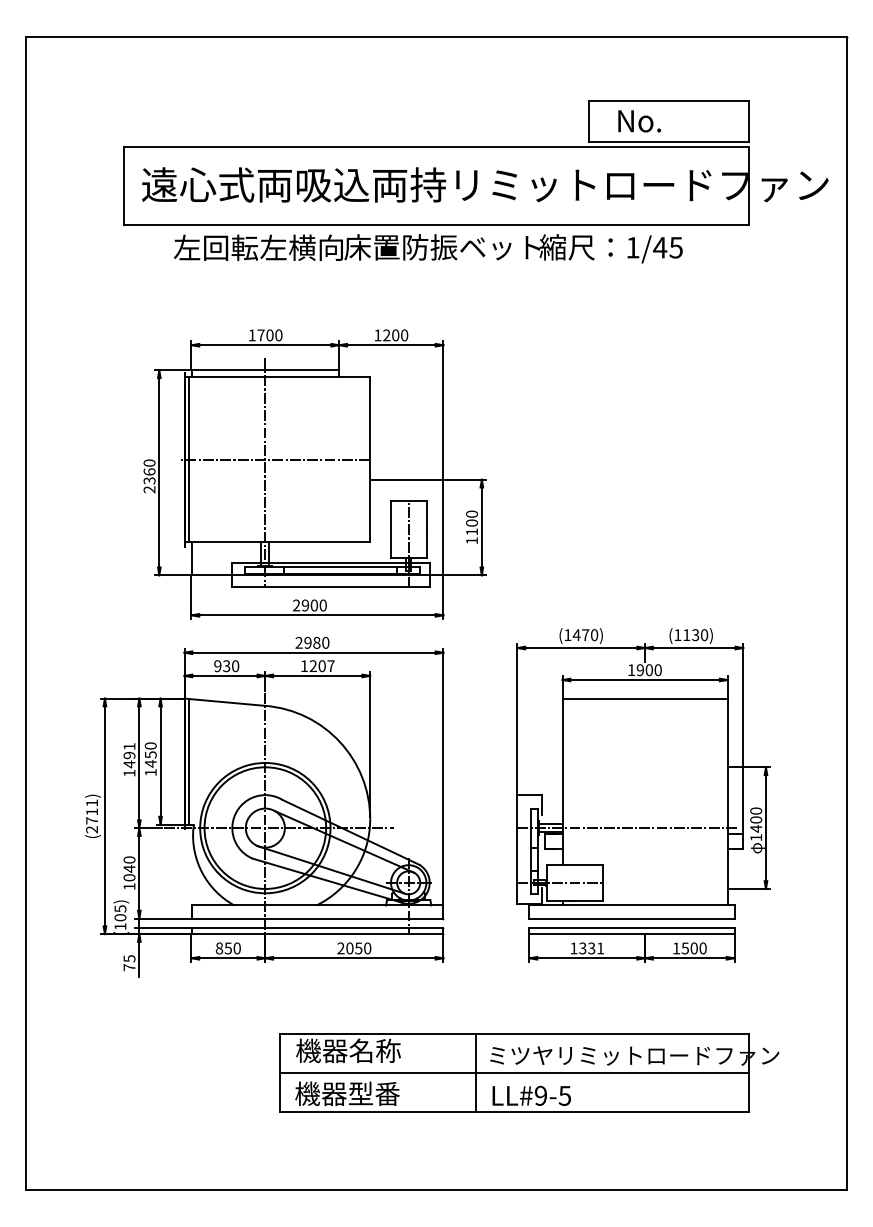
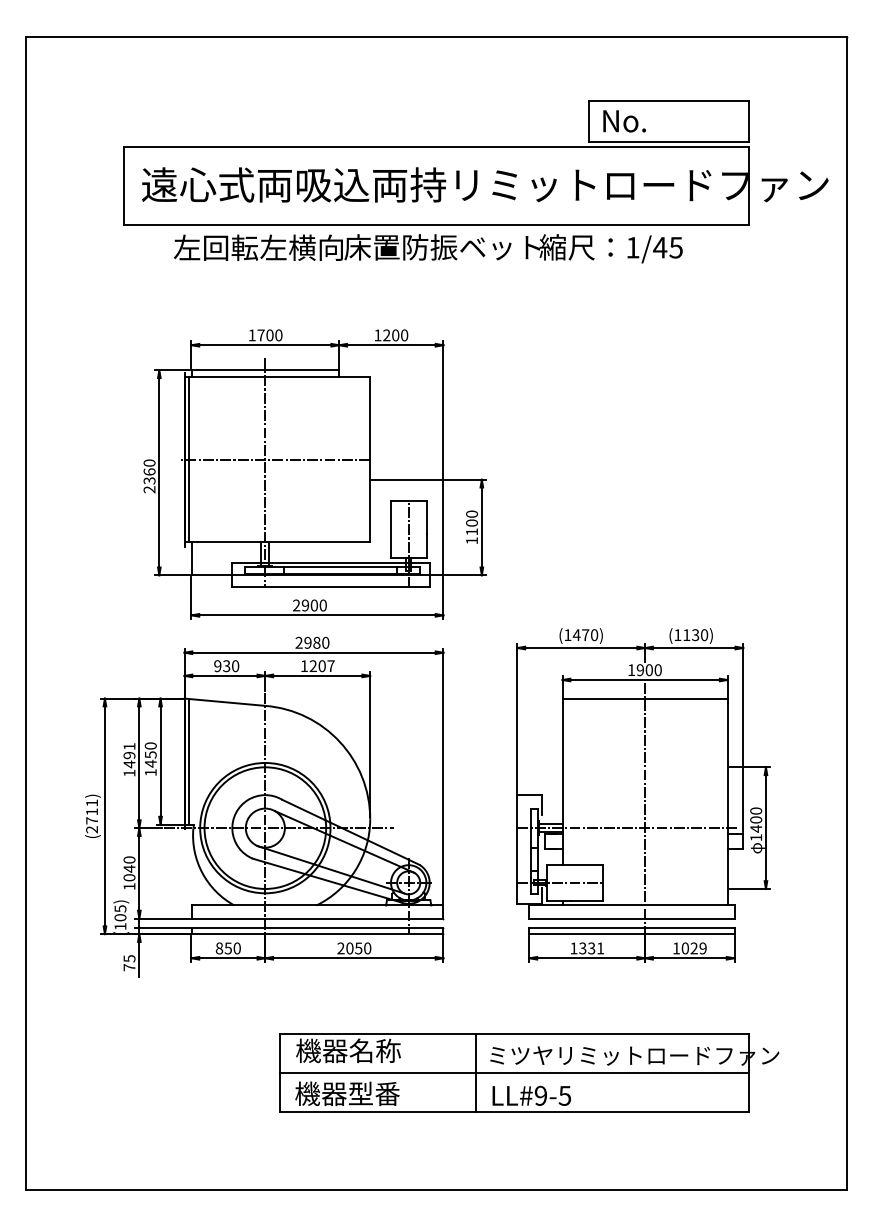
text at (639, 121) position: (639, 121) -> (624, 121)
line at (645, 808): none -> present
text at (693, 948): 1500 -> 1029
